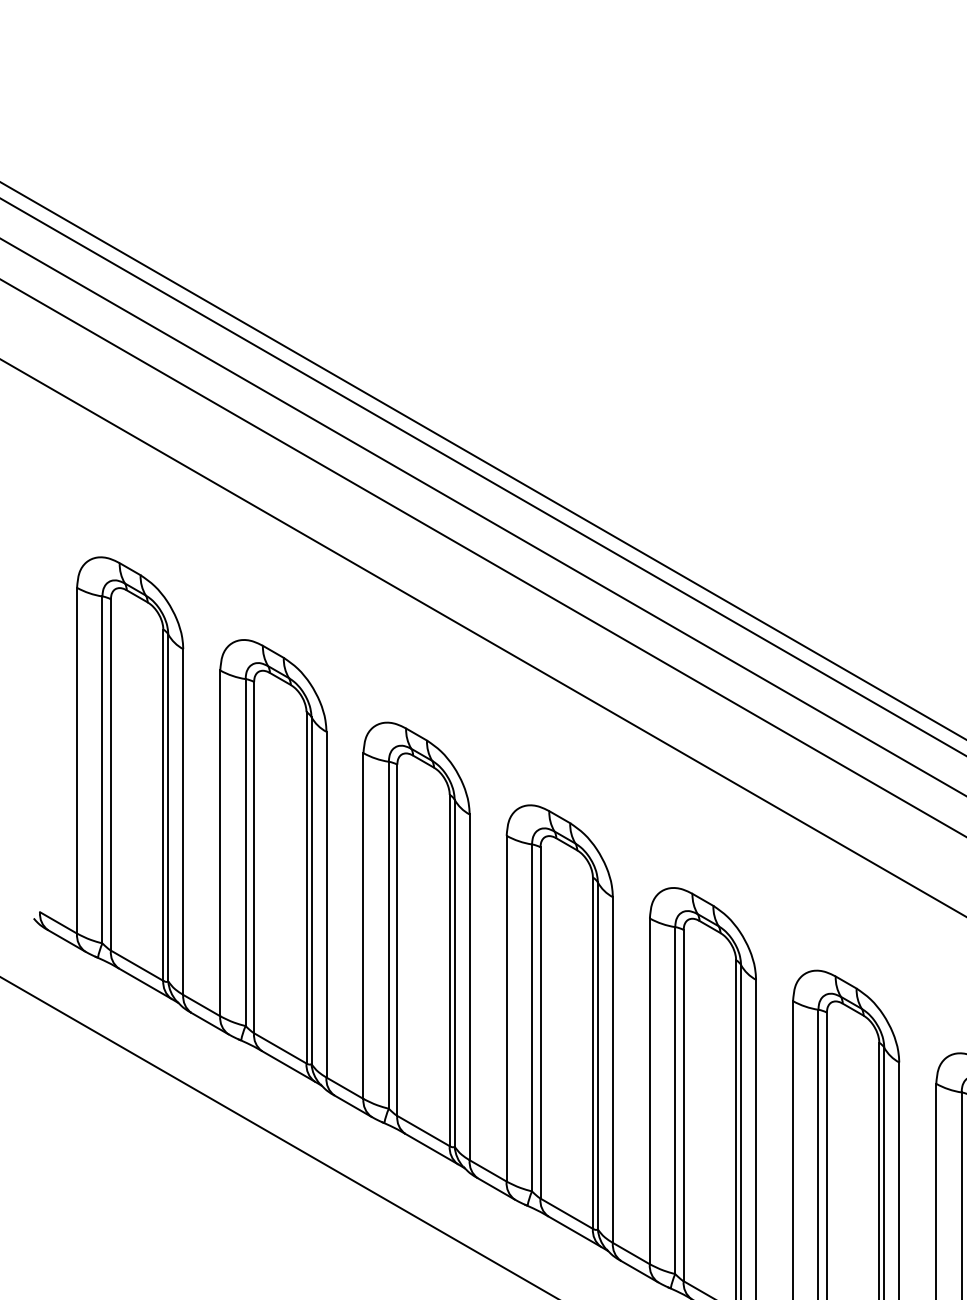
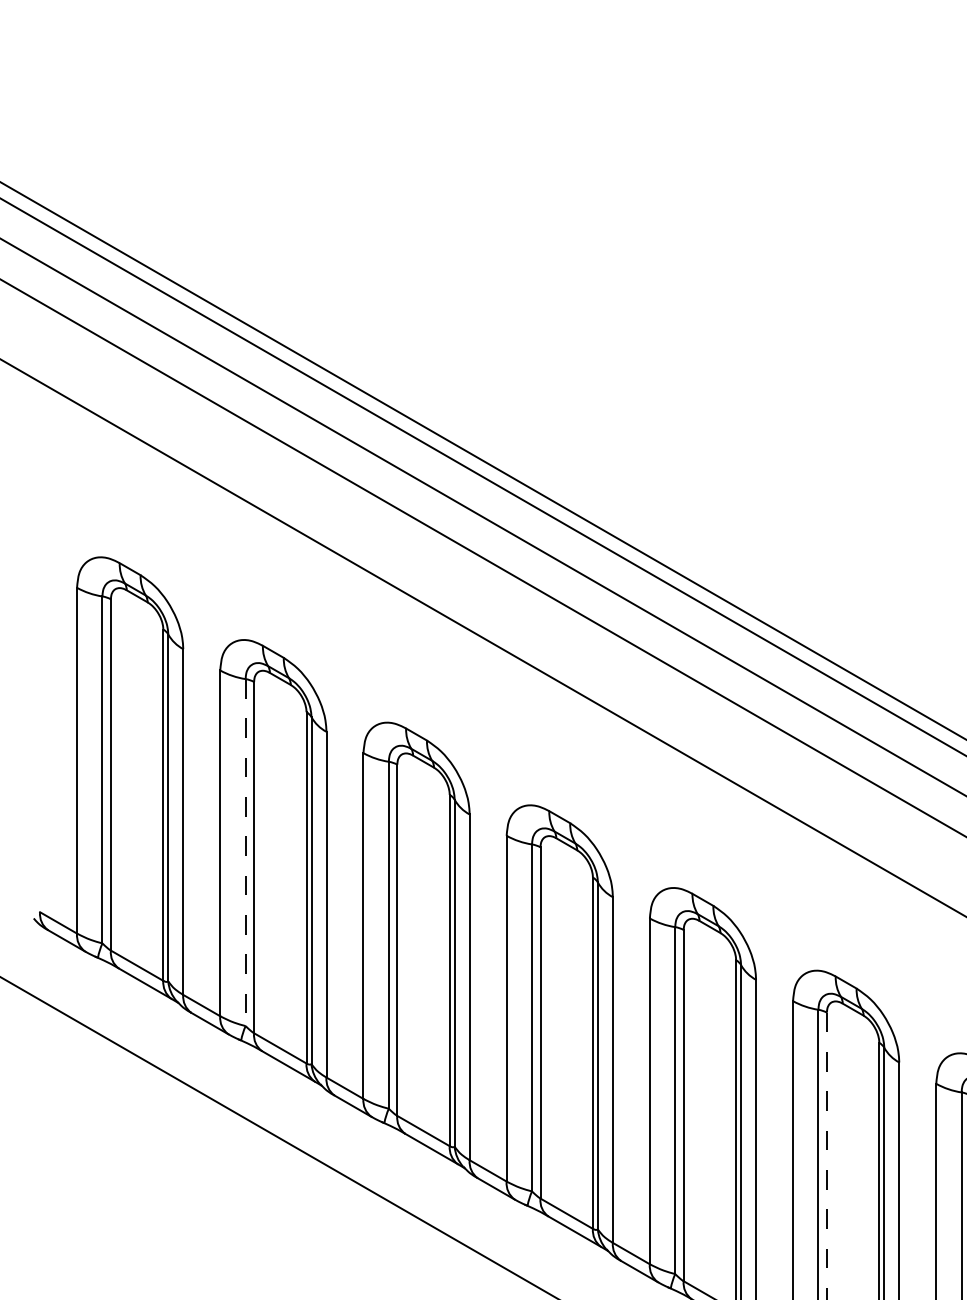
line at (245, 853): solid -> dashed
line at (826, 1156): solid -> dashed
